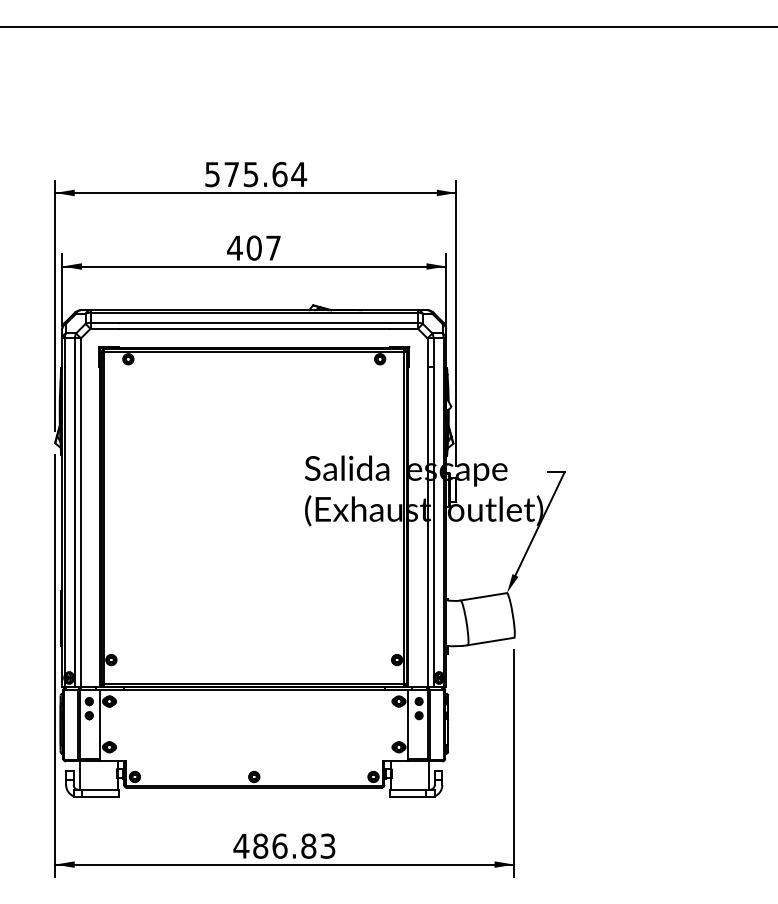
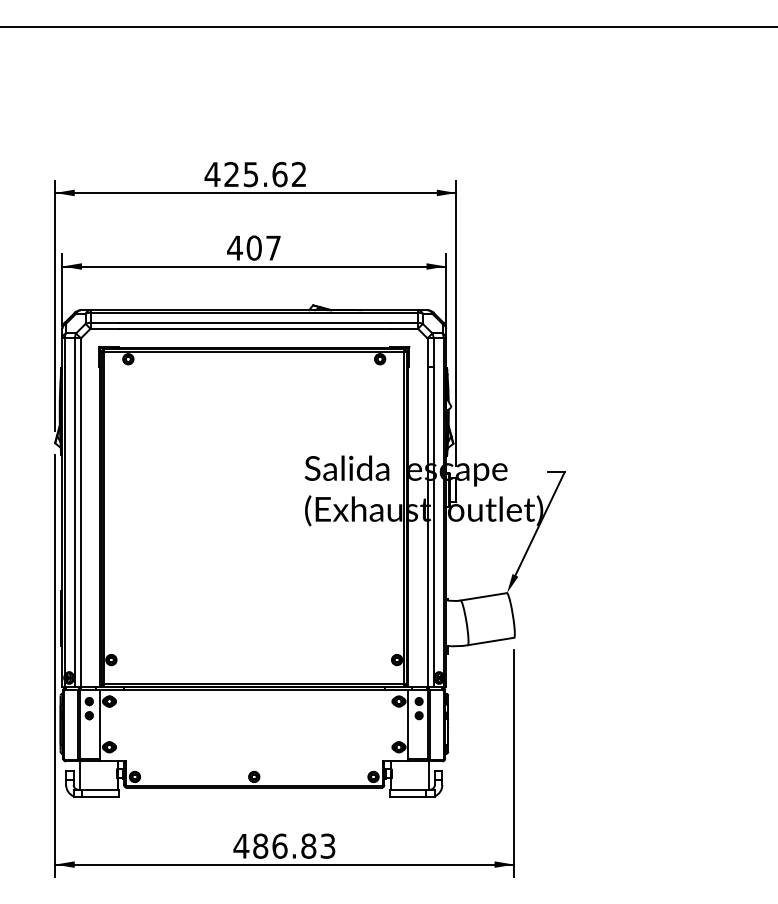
text at (255, 174): 575.64 -> 425.62
